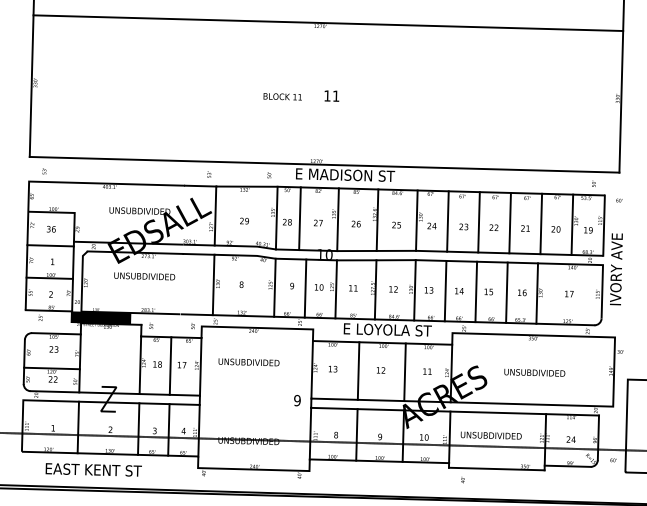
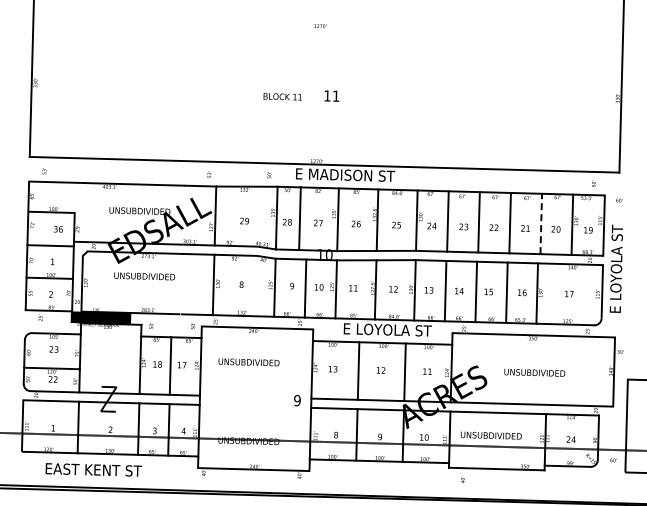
line at (328, 23): present -> none
line at (541, 223): solid -> dashed
text at (50, 228) position: (50, 228) -> (57, 228)
text at (615, 268): IVORY AVE -> E LOYOLA ST
